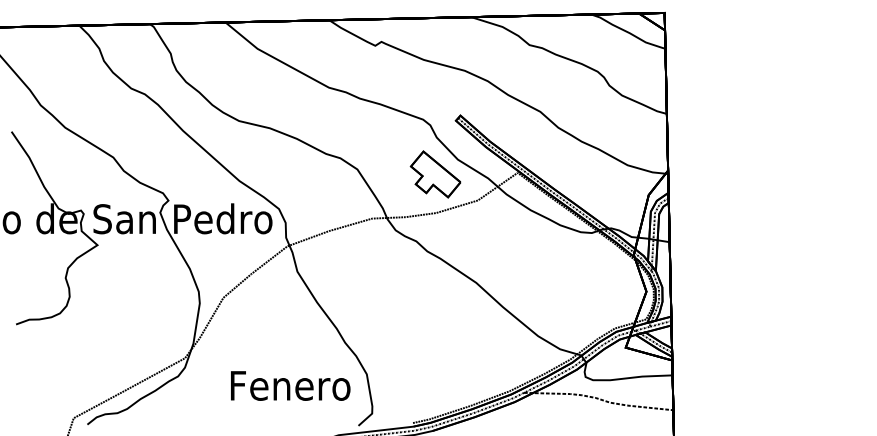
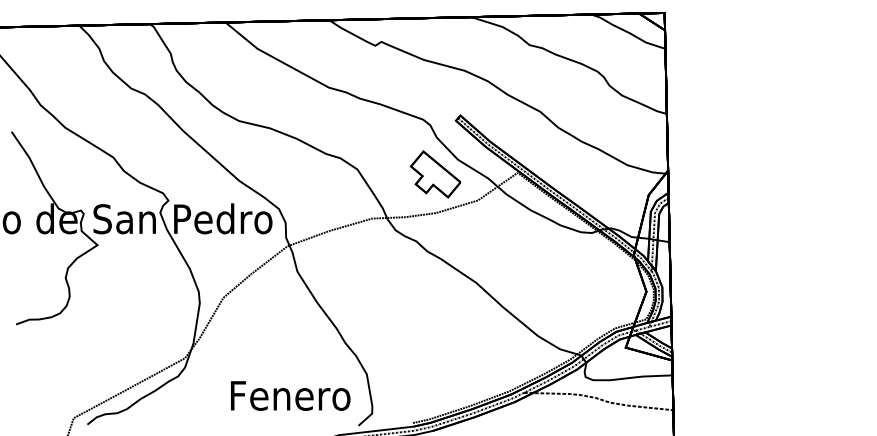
text at (290, 385) position: (290, 385) -> (290, 395)
